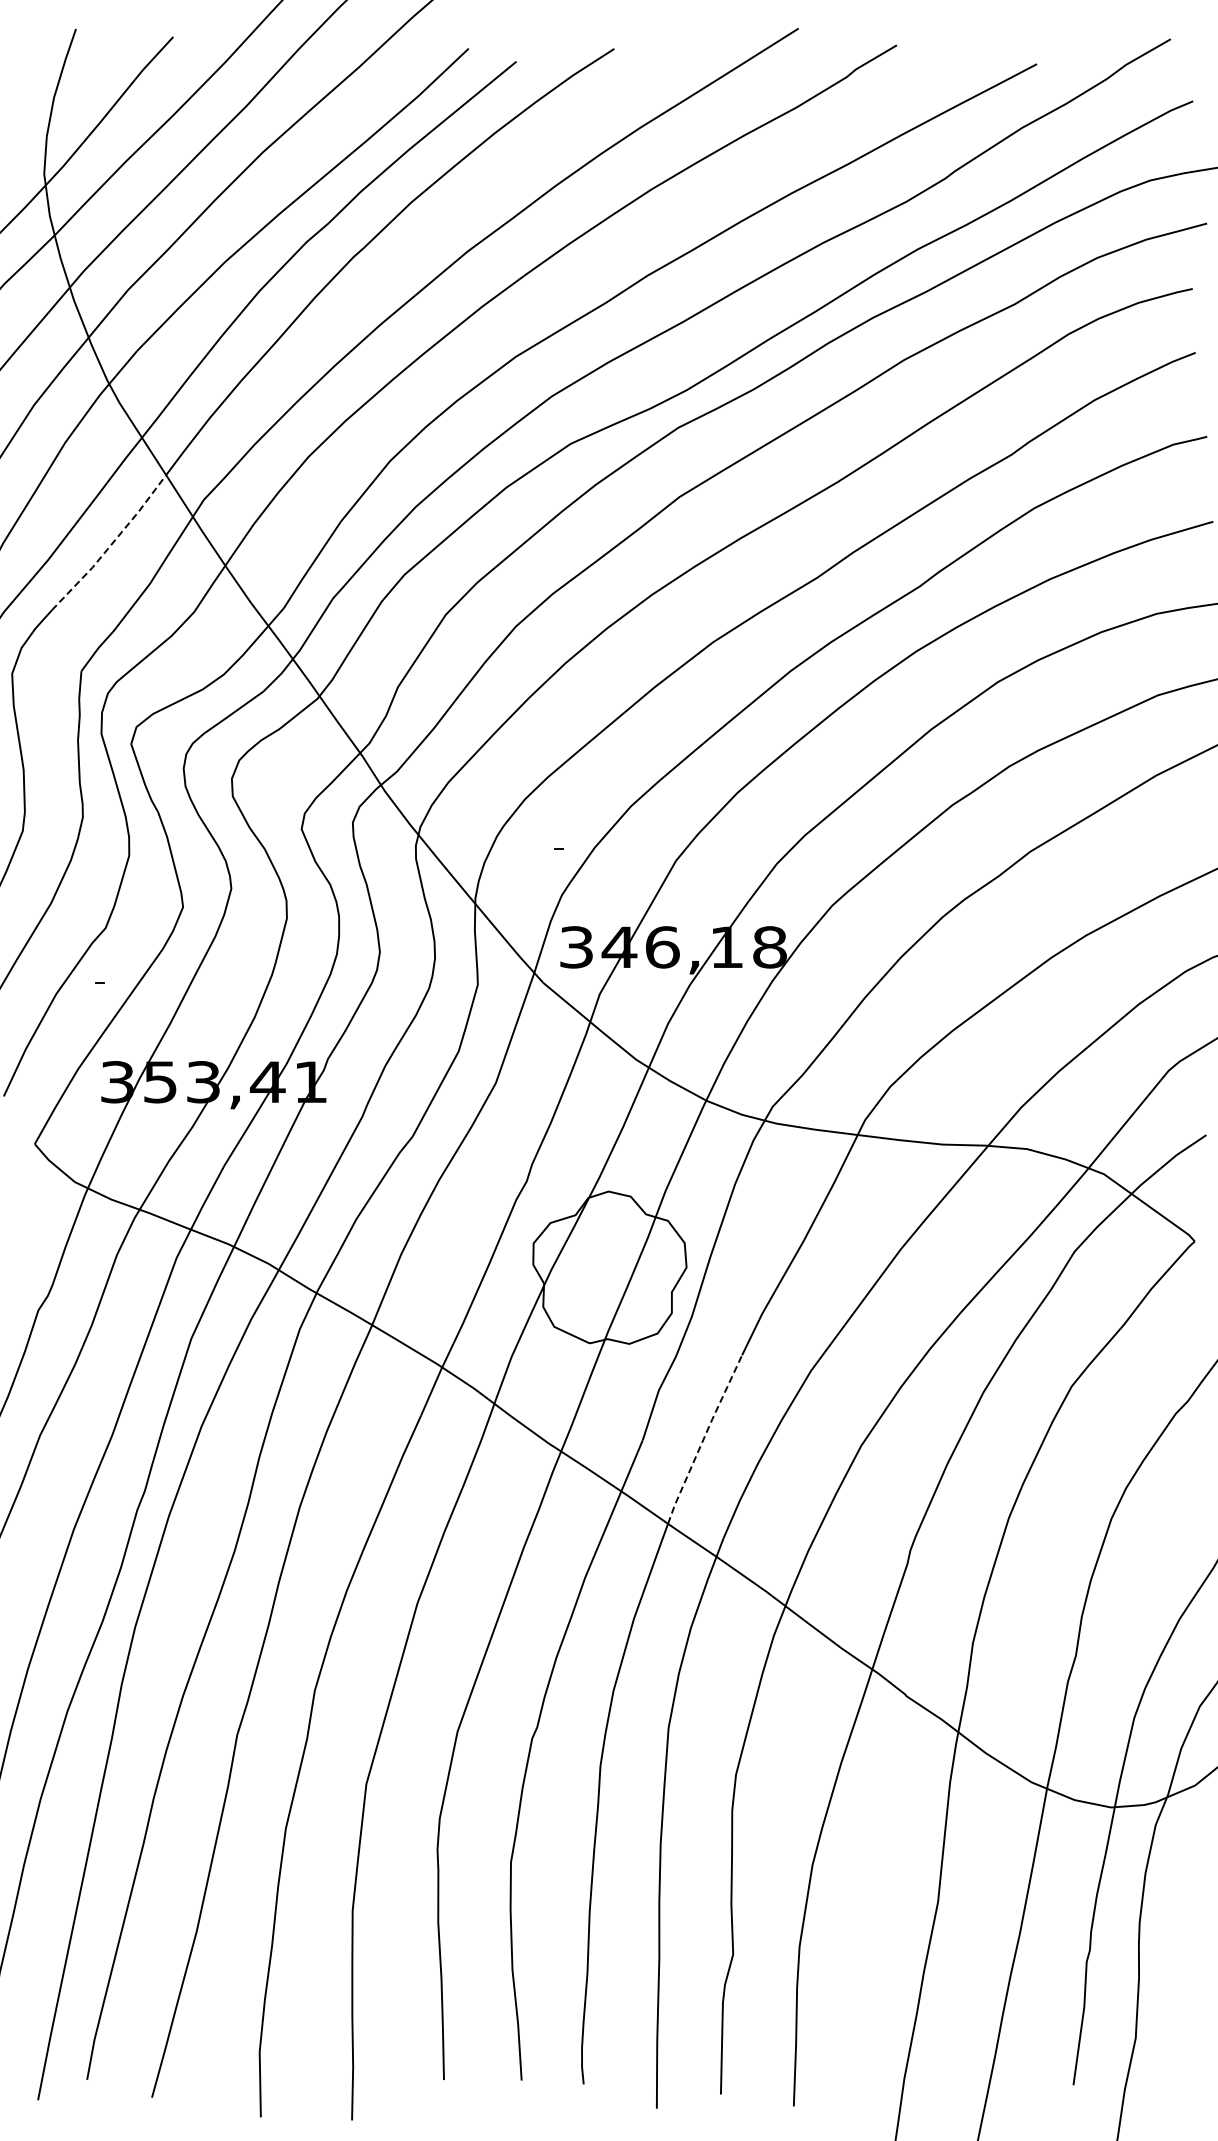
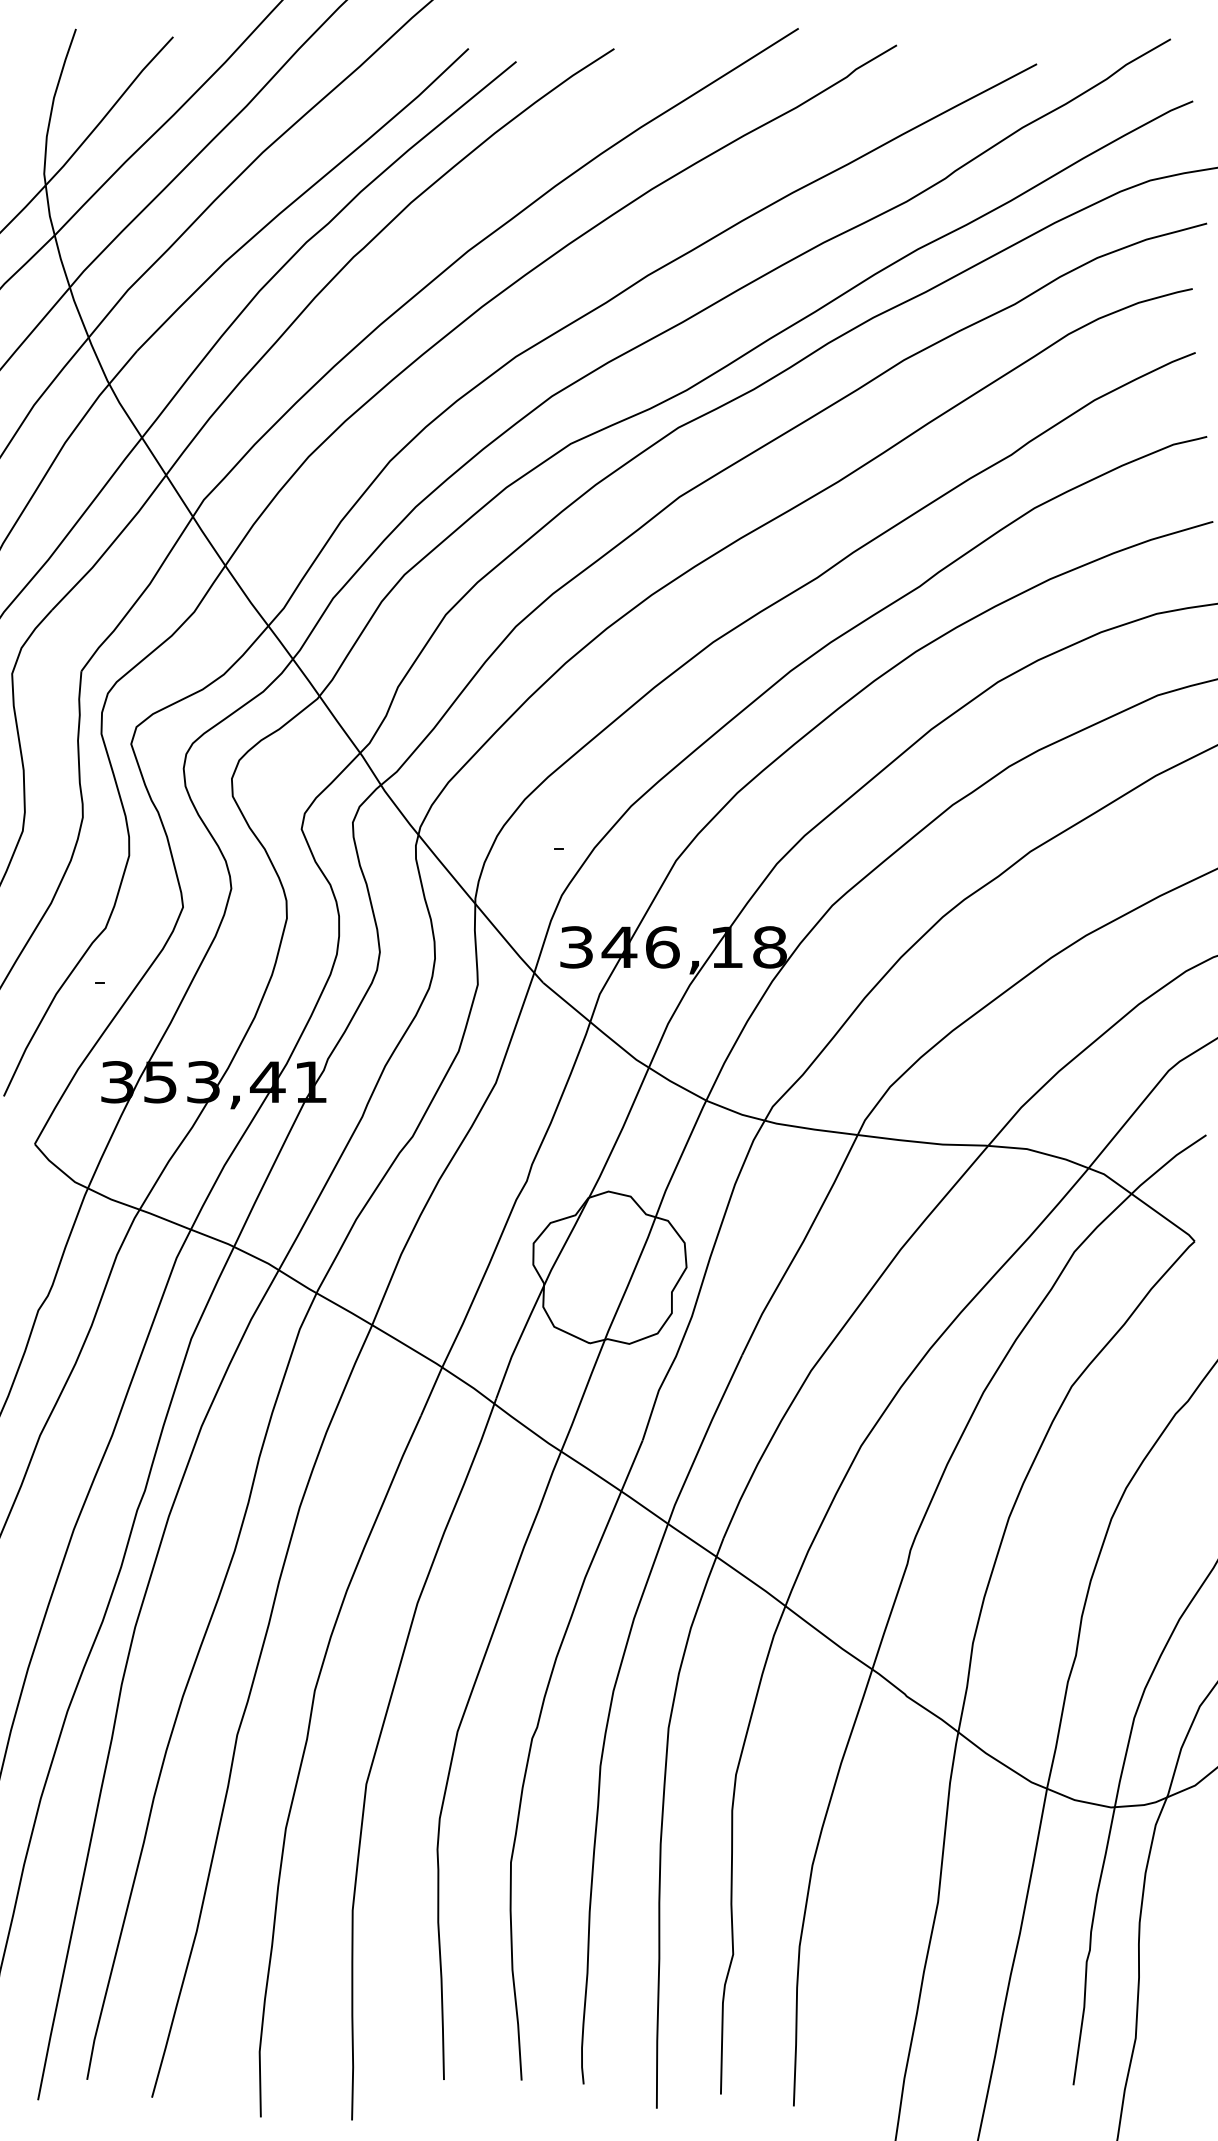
line at (111, 544): dashed -> solid
line at (703, 1438): dashed -> solid
